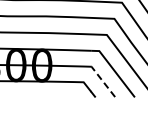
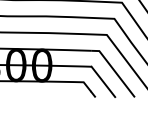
line at (103, 81): dashed -> solid
